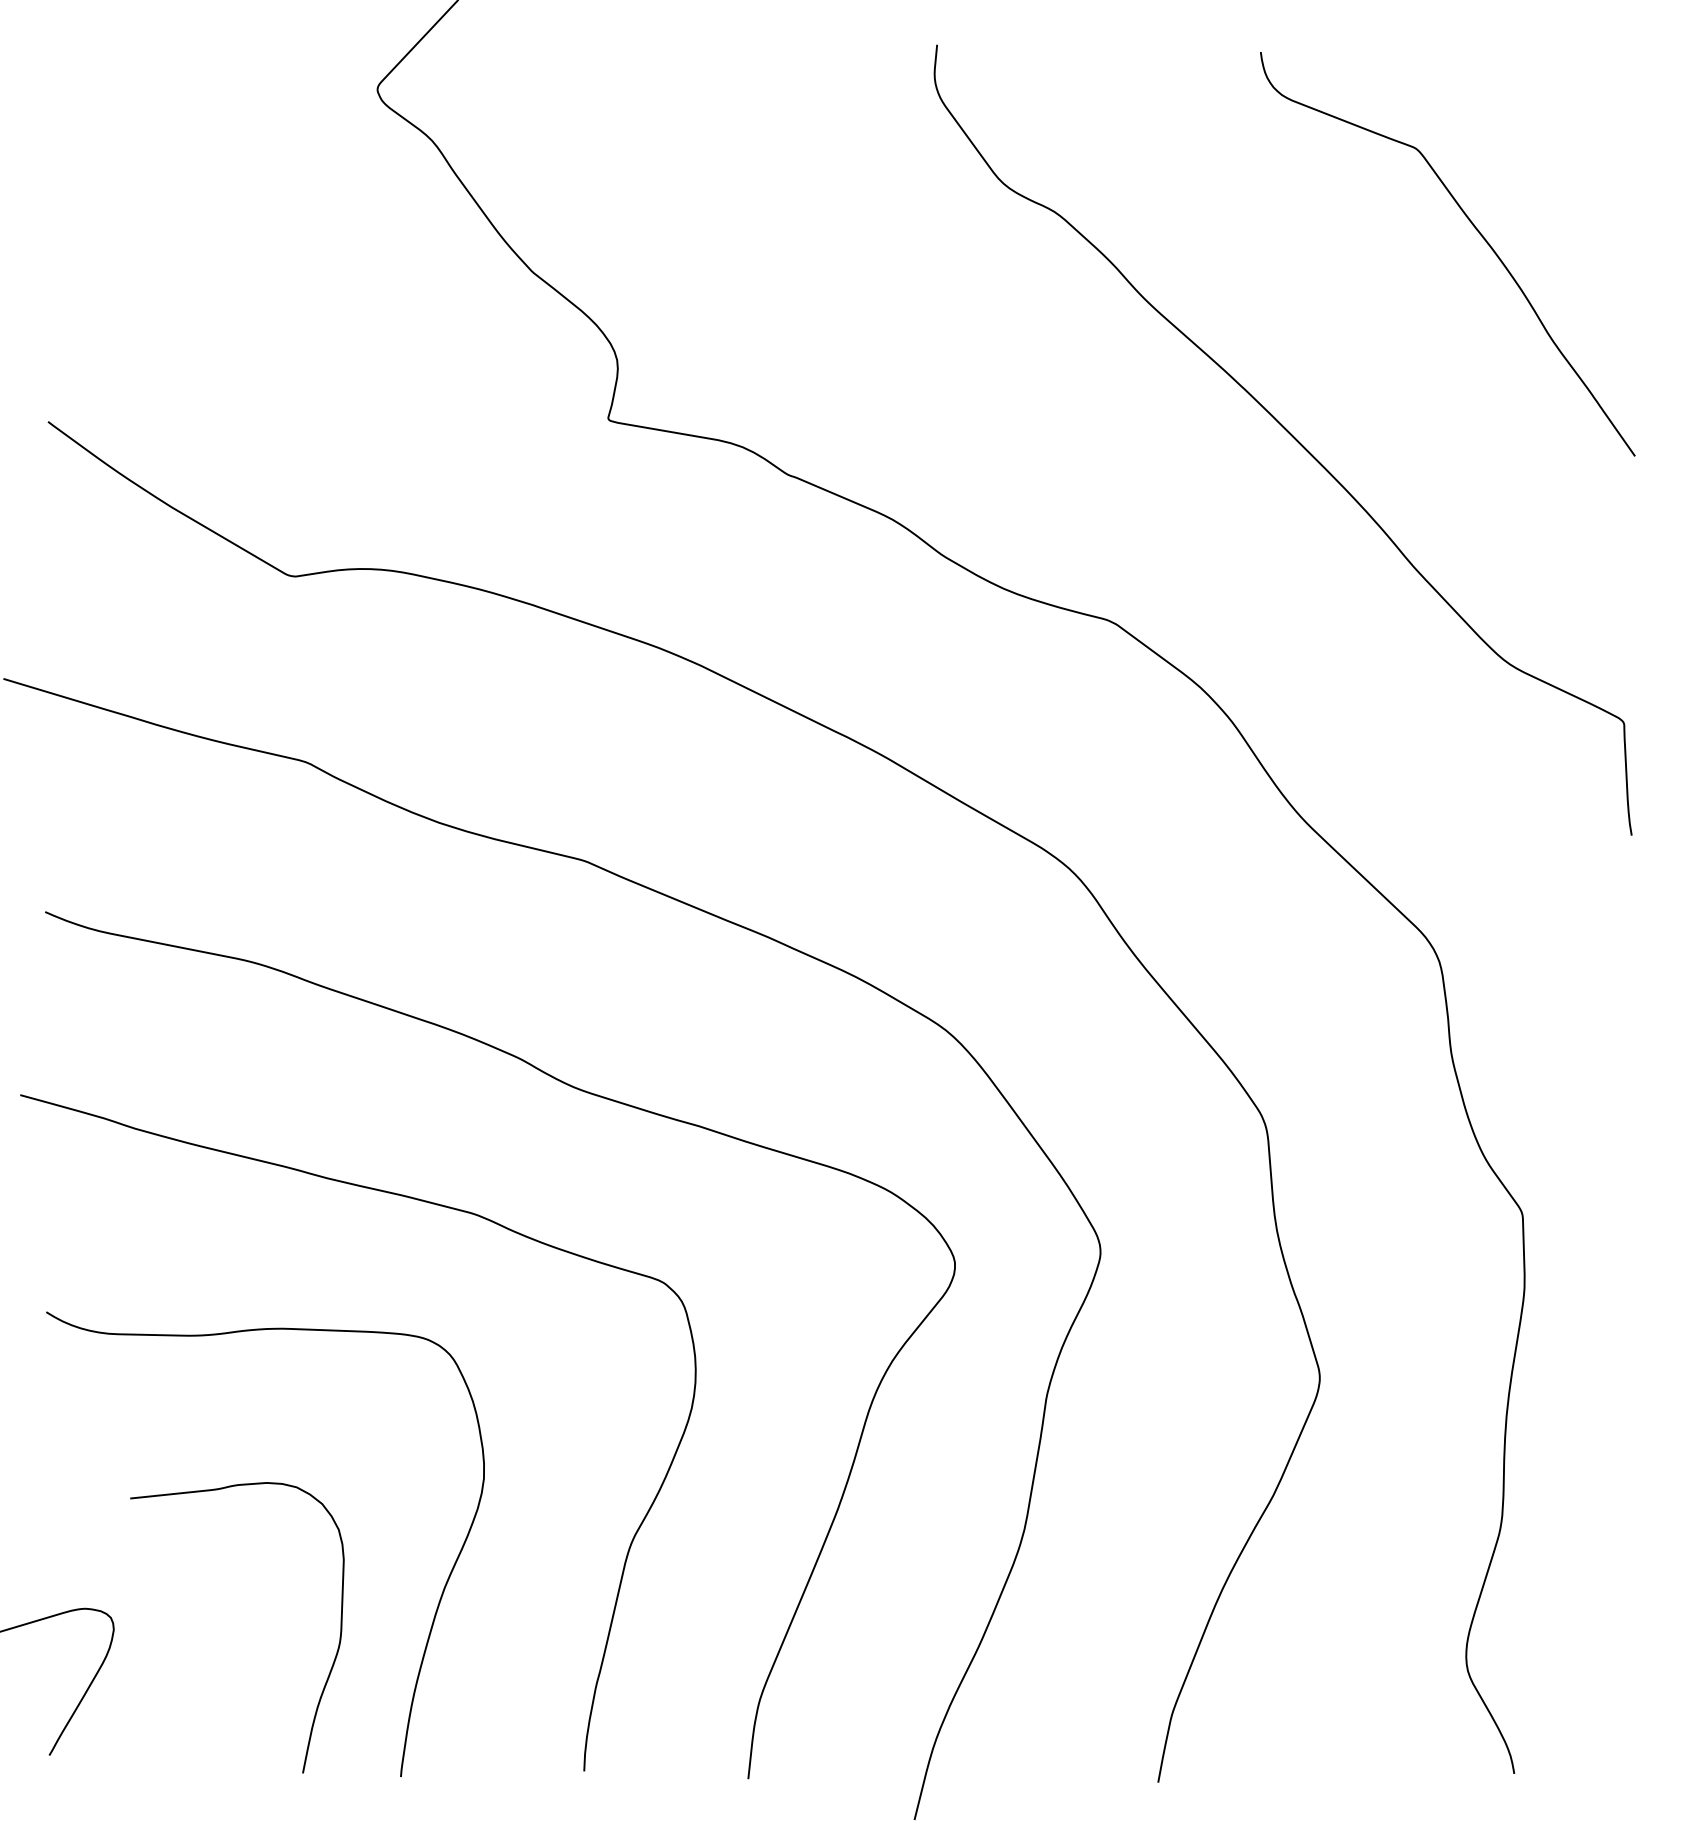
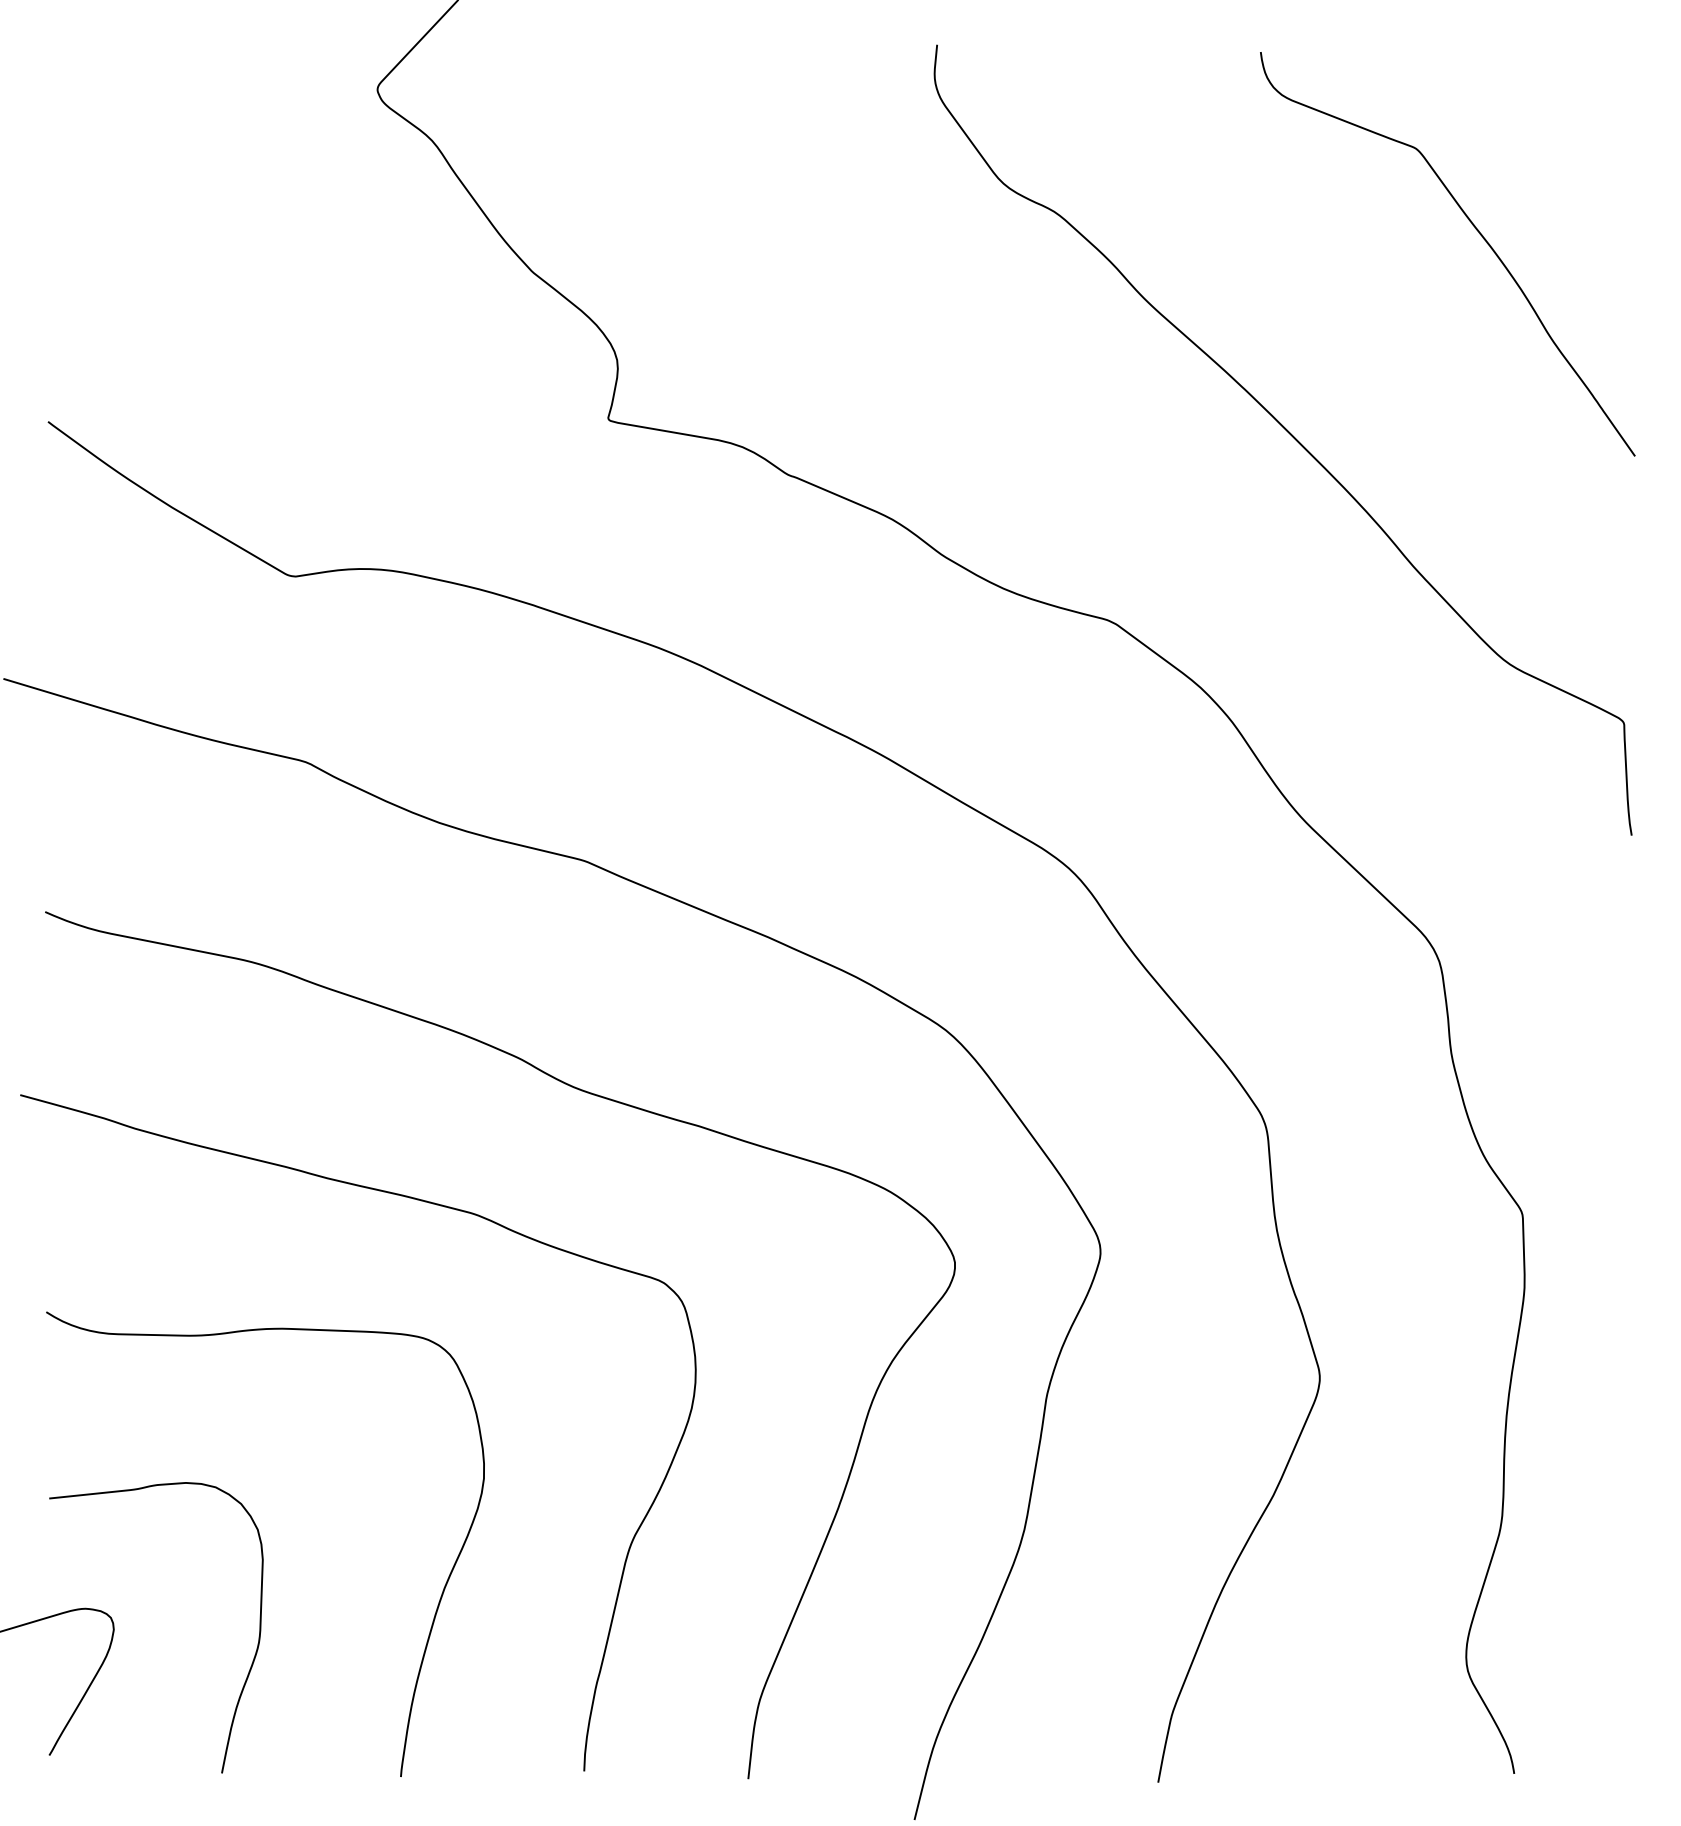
curve at (333, 1660) position: (333, 1660) -> (252, 1660)
